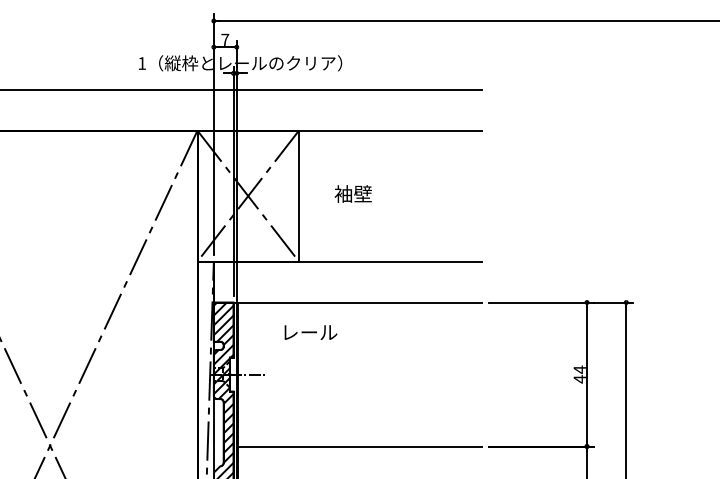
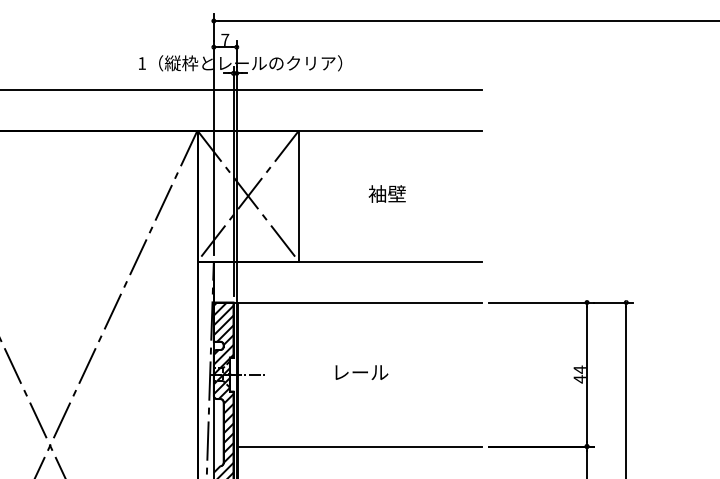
text at (352, 193) position: (352, 193) -> (386, 193)
text at (310, 332) position: (310, 332) -> (361, 372)
